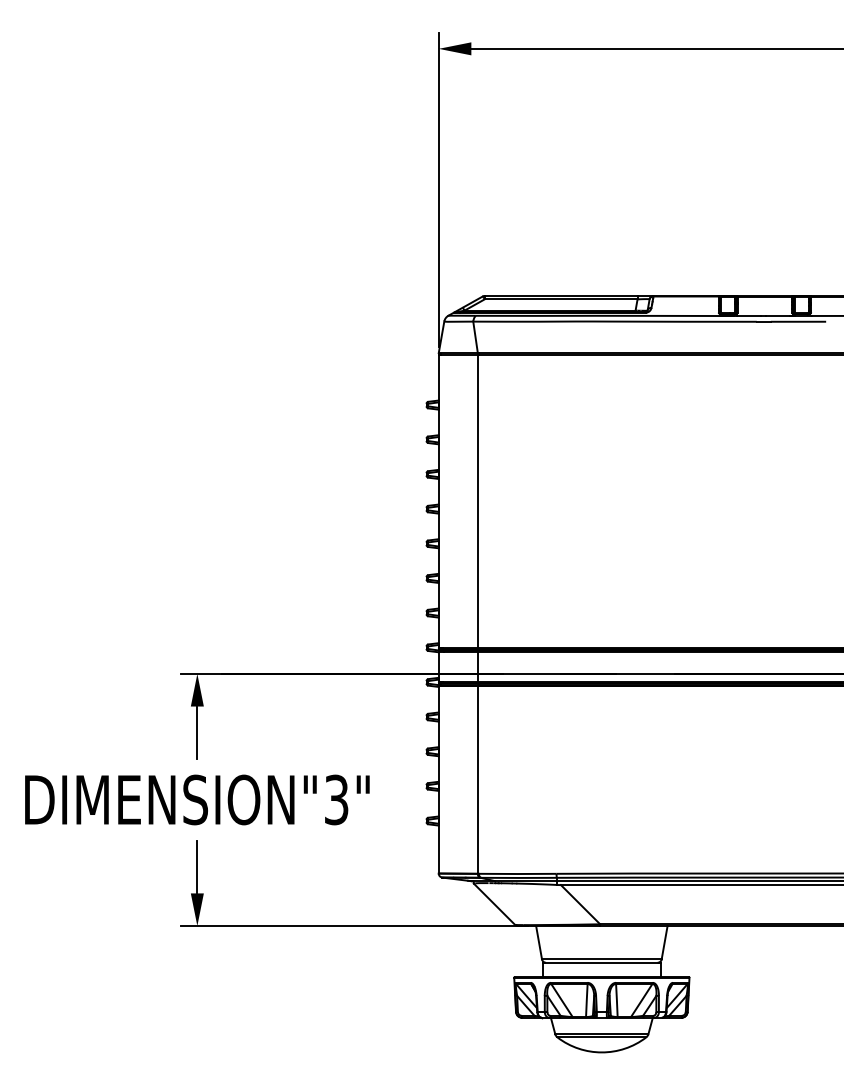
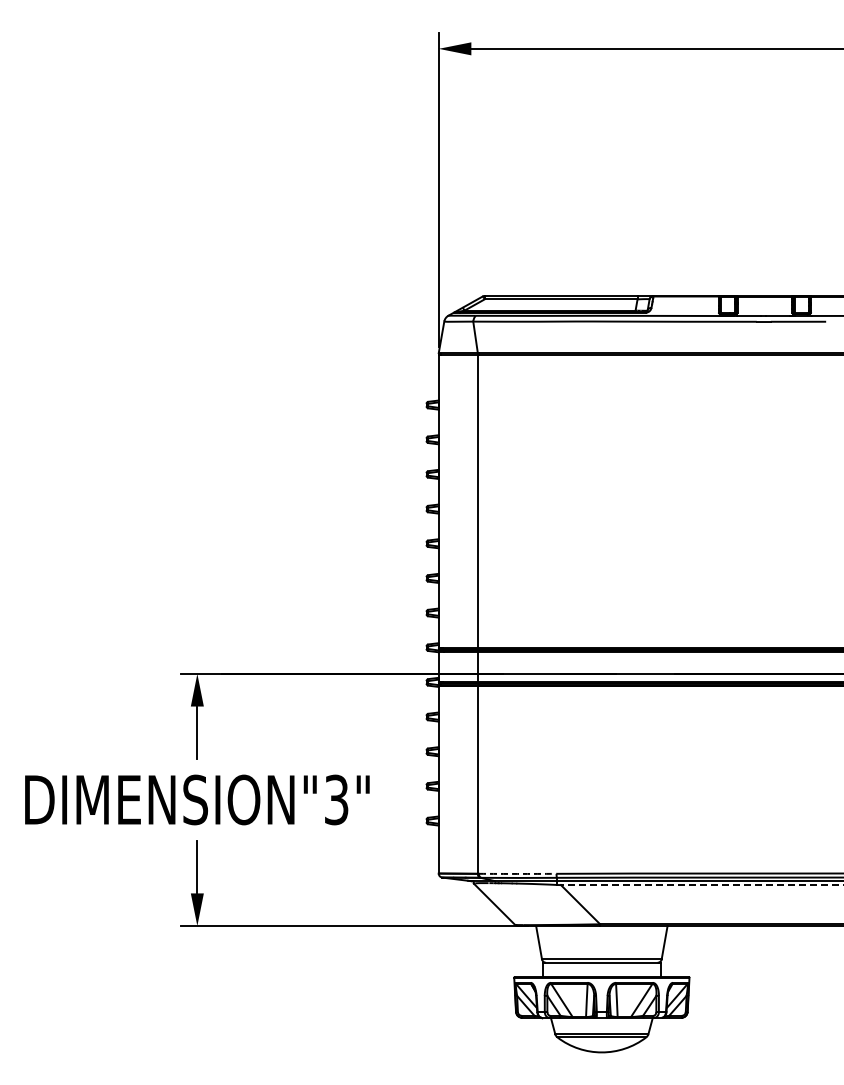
arc at (517, 873): solid -> dashed
line at (701, 885): solid -> dashed
